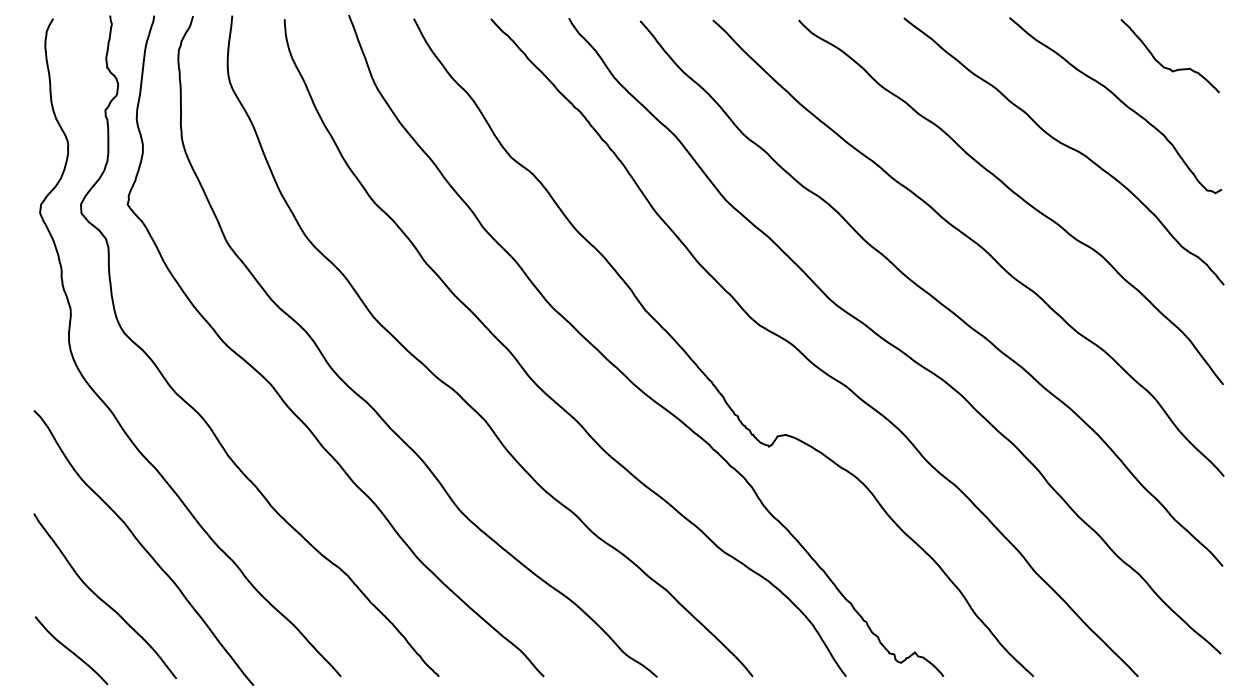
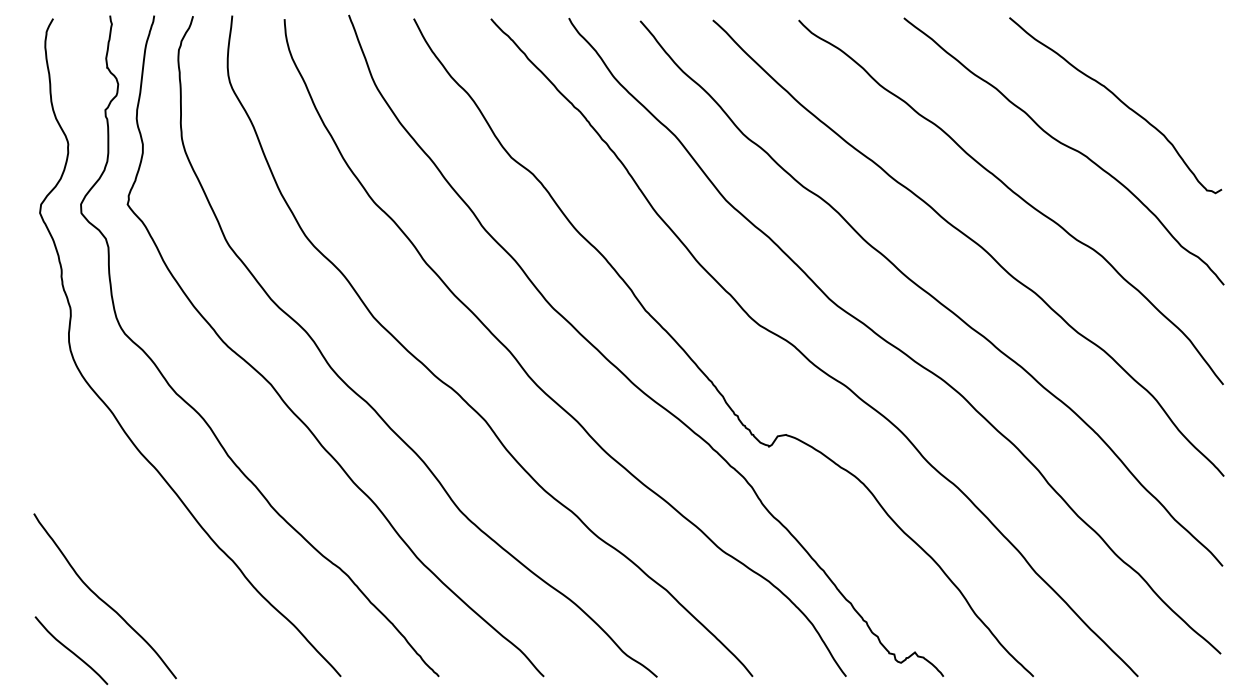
curve at (1161, 63): present -> none
curve at (143, 547): present -> none
